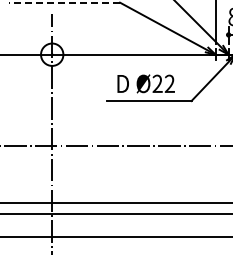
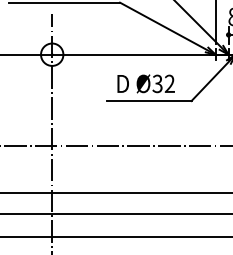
line at (64, 2): dashed -> solid
text at (157, 84): Ø22 -> Ø32
line at (115, 203) position: (115, 203) -> (115, 193)
